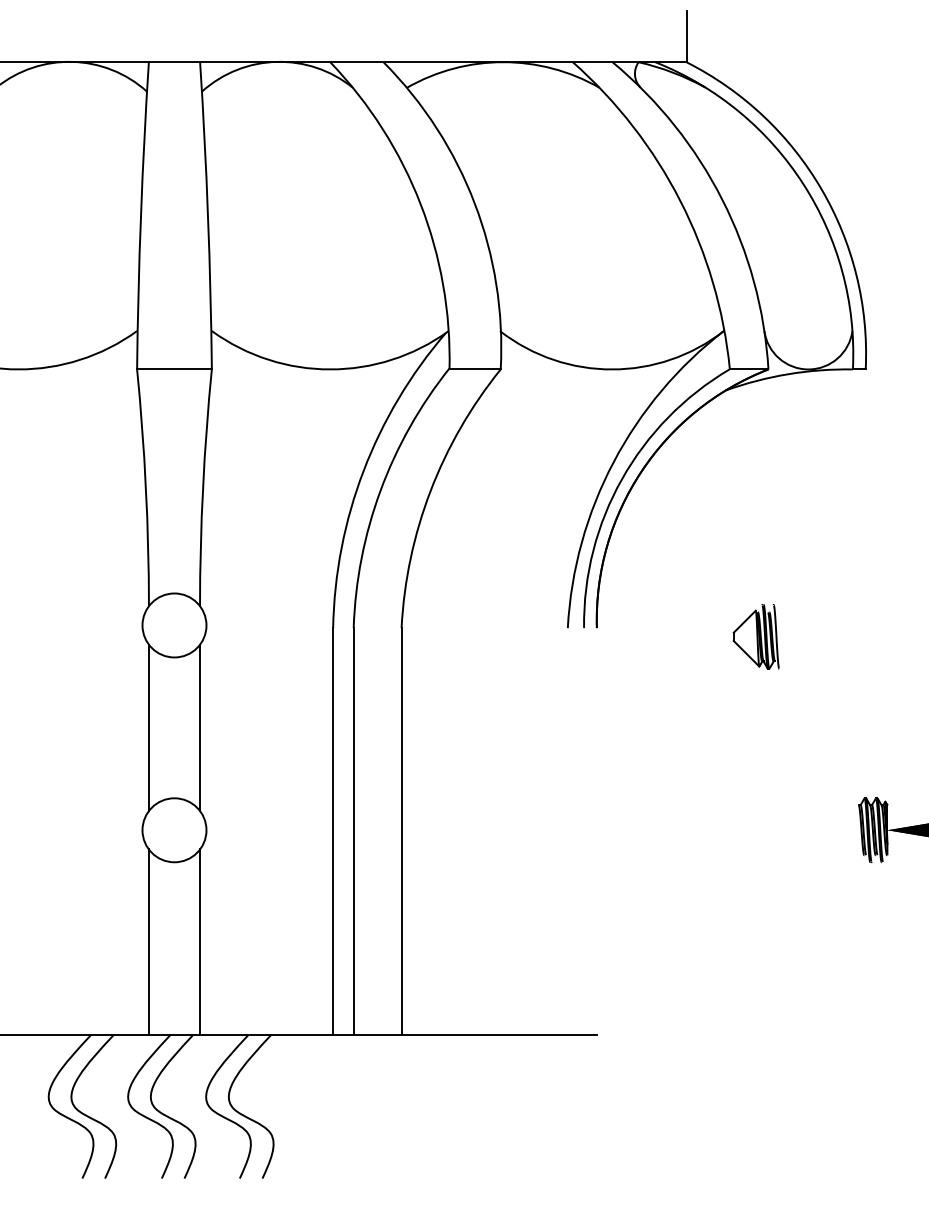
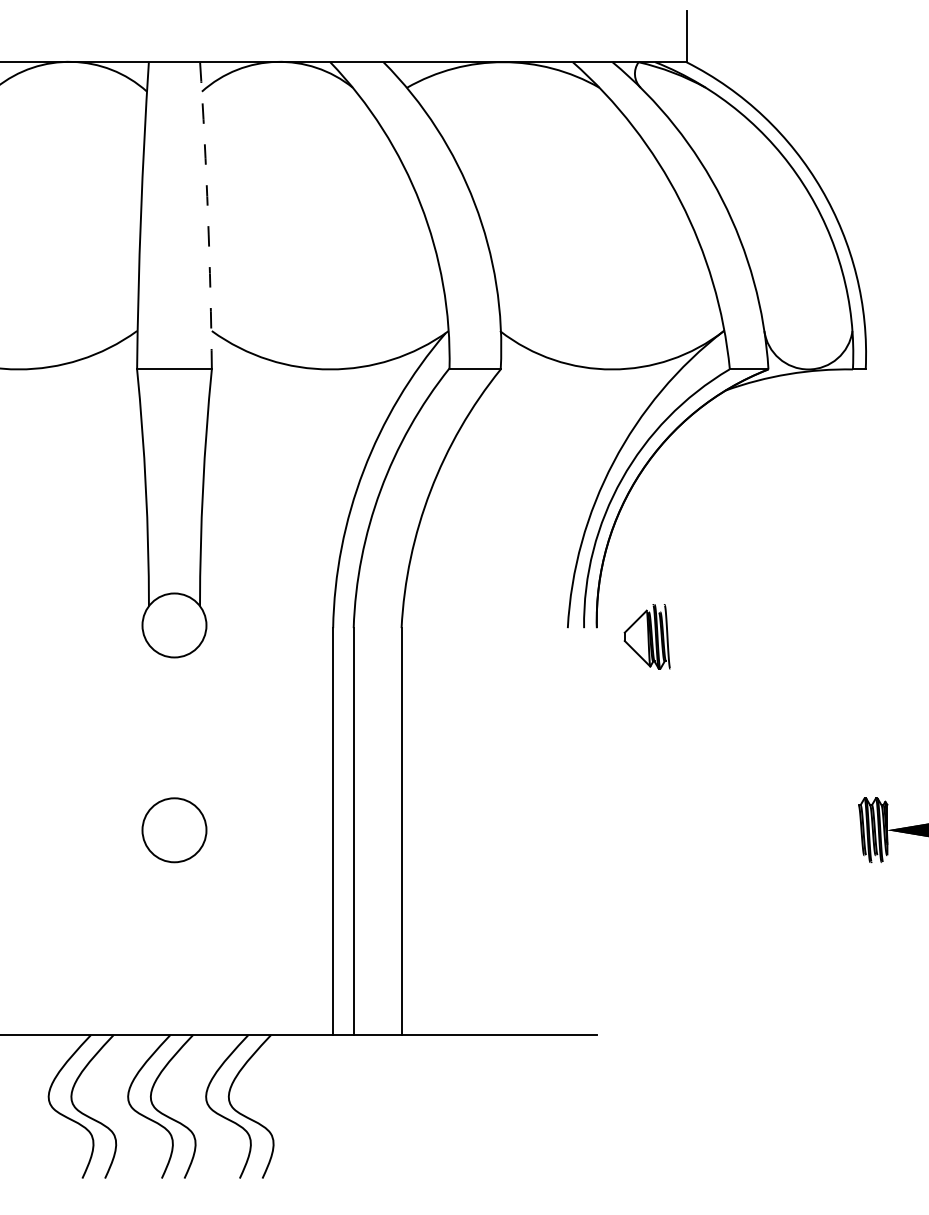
arc at (208, 215): solid -> dashed
part at (755, 636) position: (755, 636) -> (646, 636)
line at (148, 727): present -> none
line at (200, 727): present -> none
line at (148, 942): present -> none
line at (200, 942): present -> none
